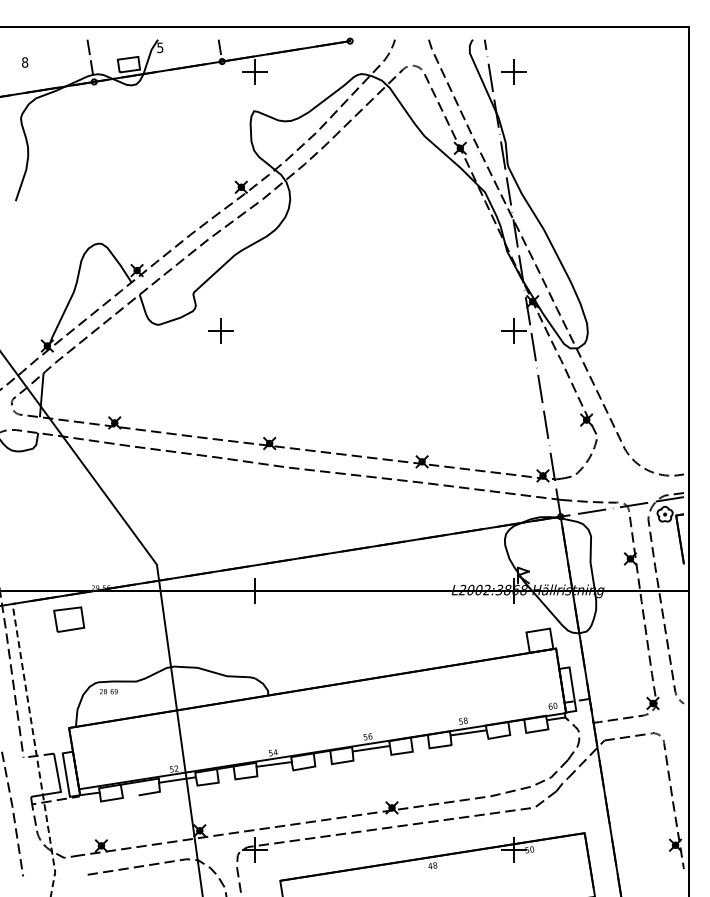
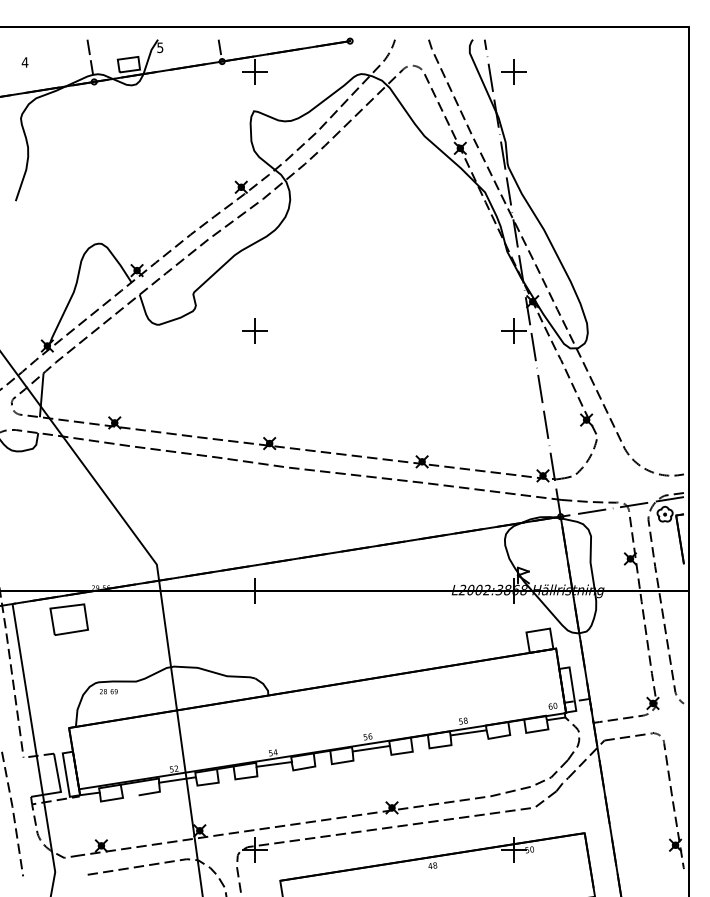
text at (24, 62): 8 -> 4
part at (220, 330) position: (220, 330) -> (254, 330)
part at (69, 619) size: 33x27 px -> 40x33 px
line at (35, 750): dashed -> solid
